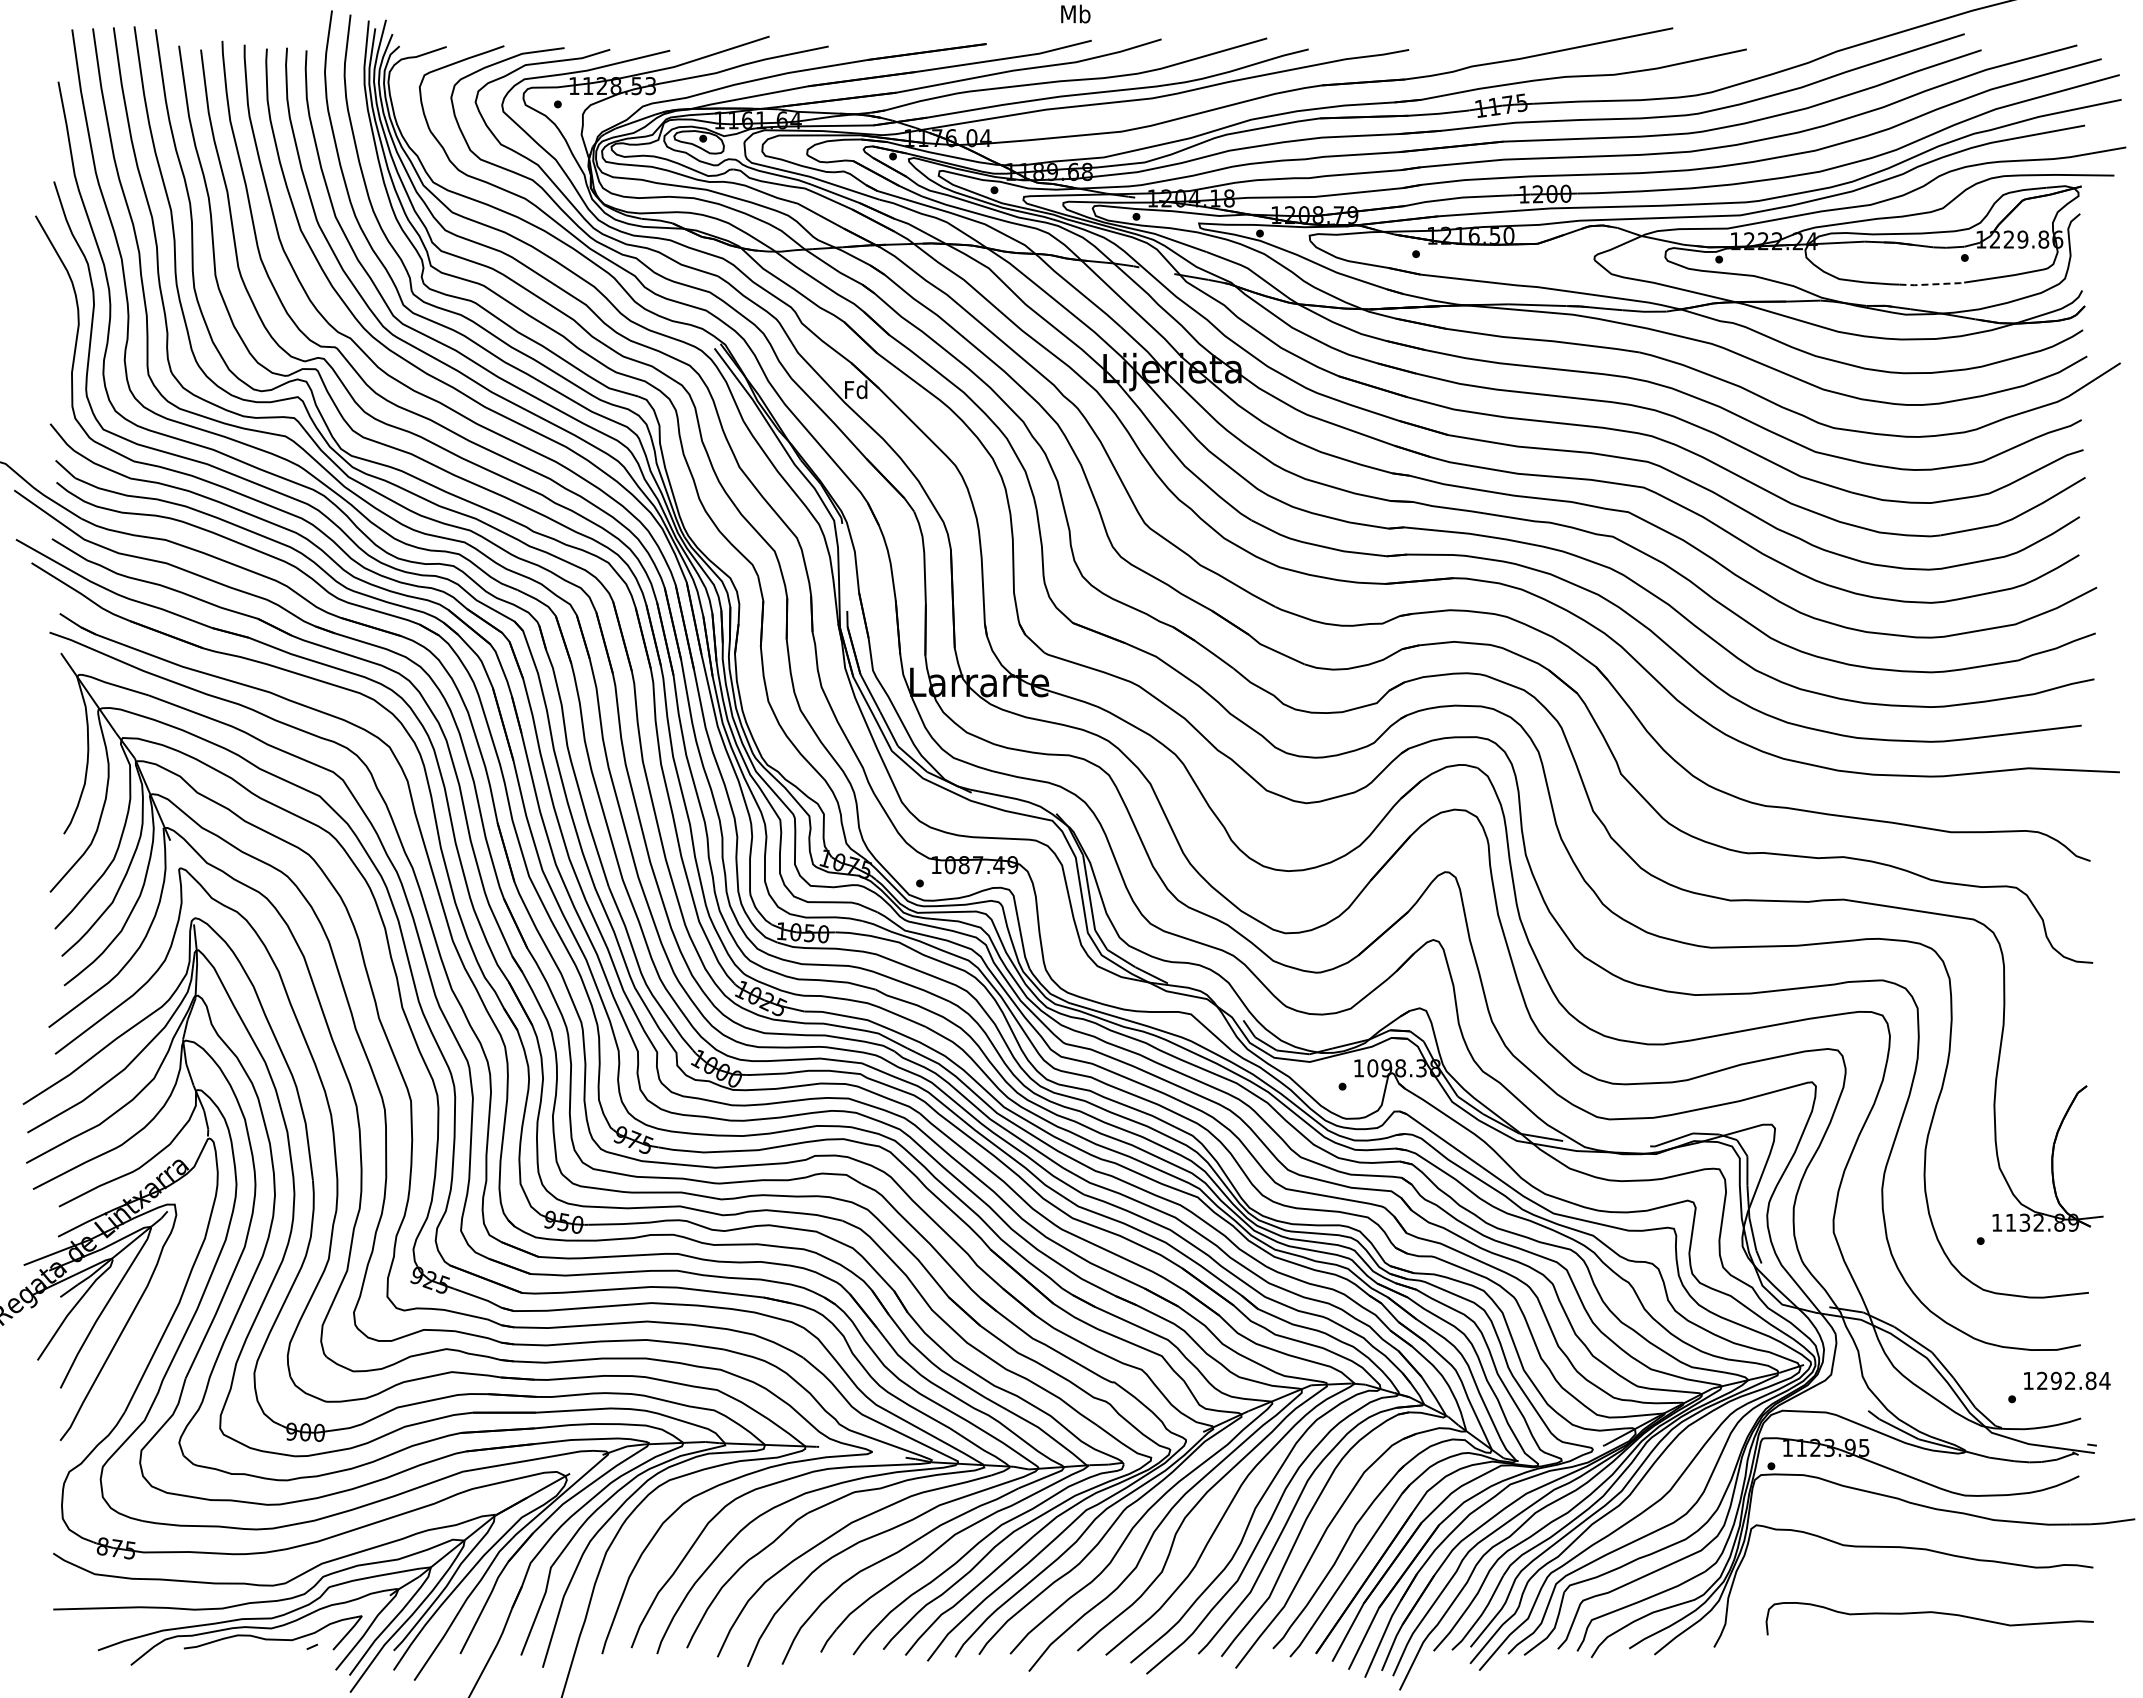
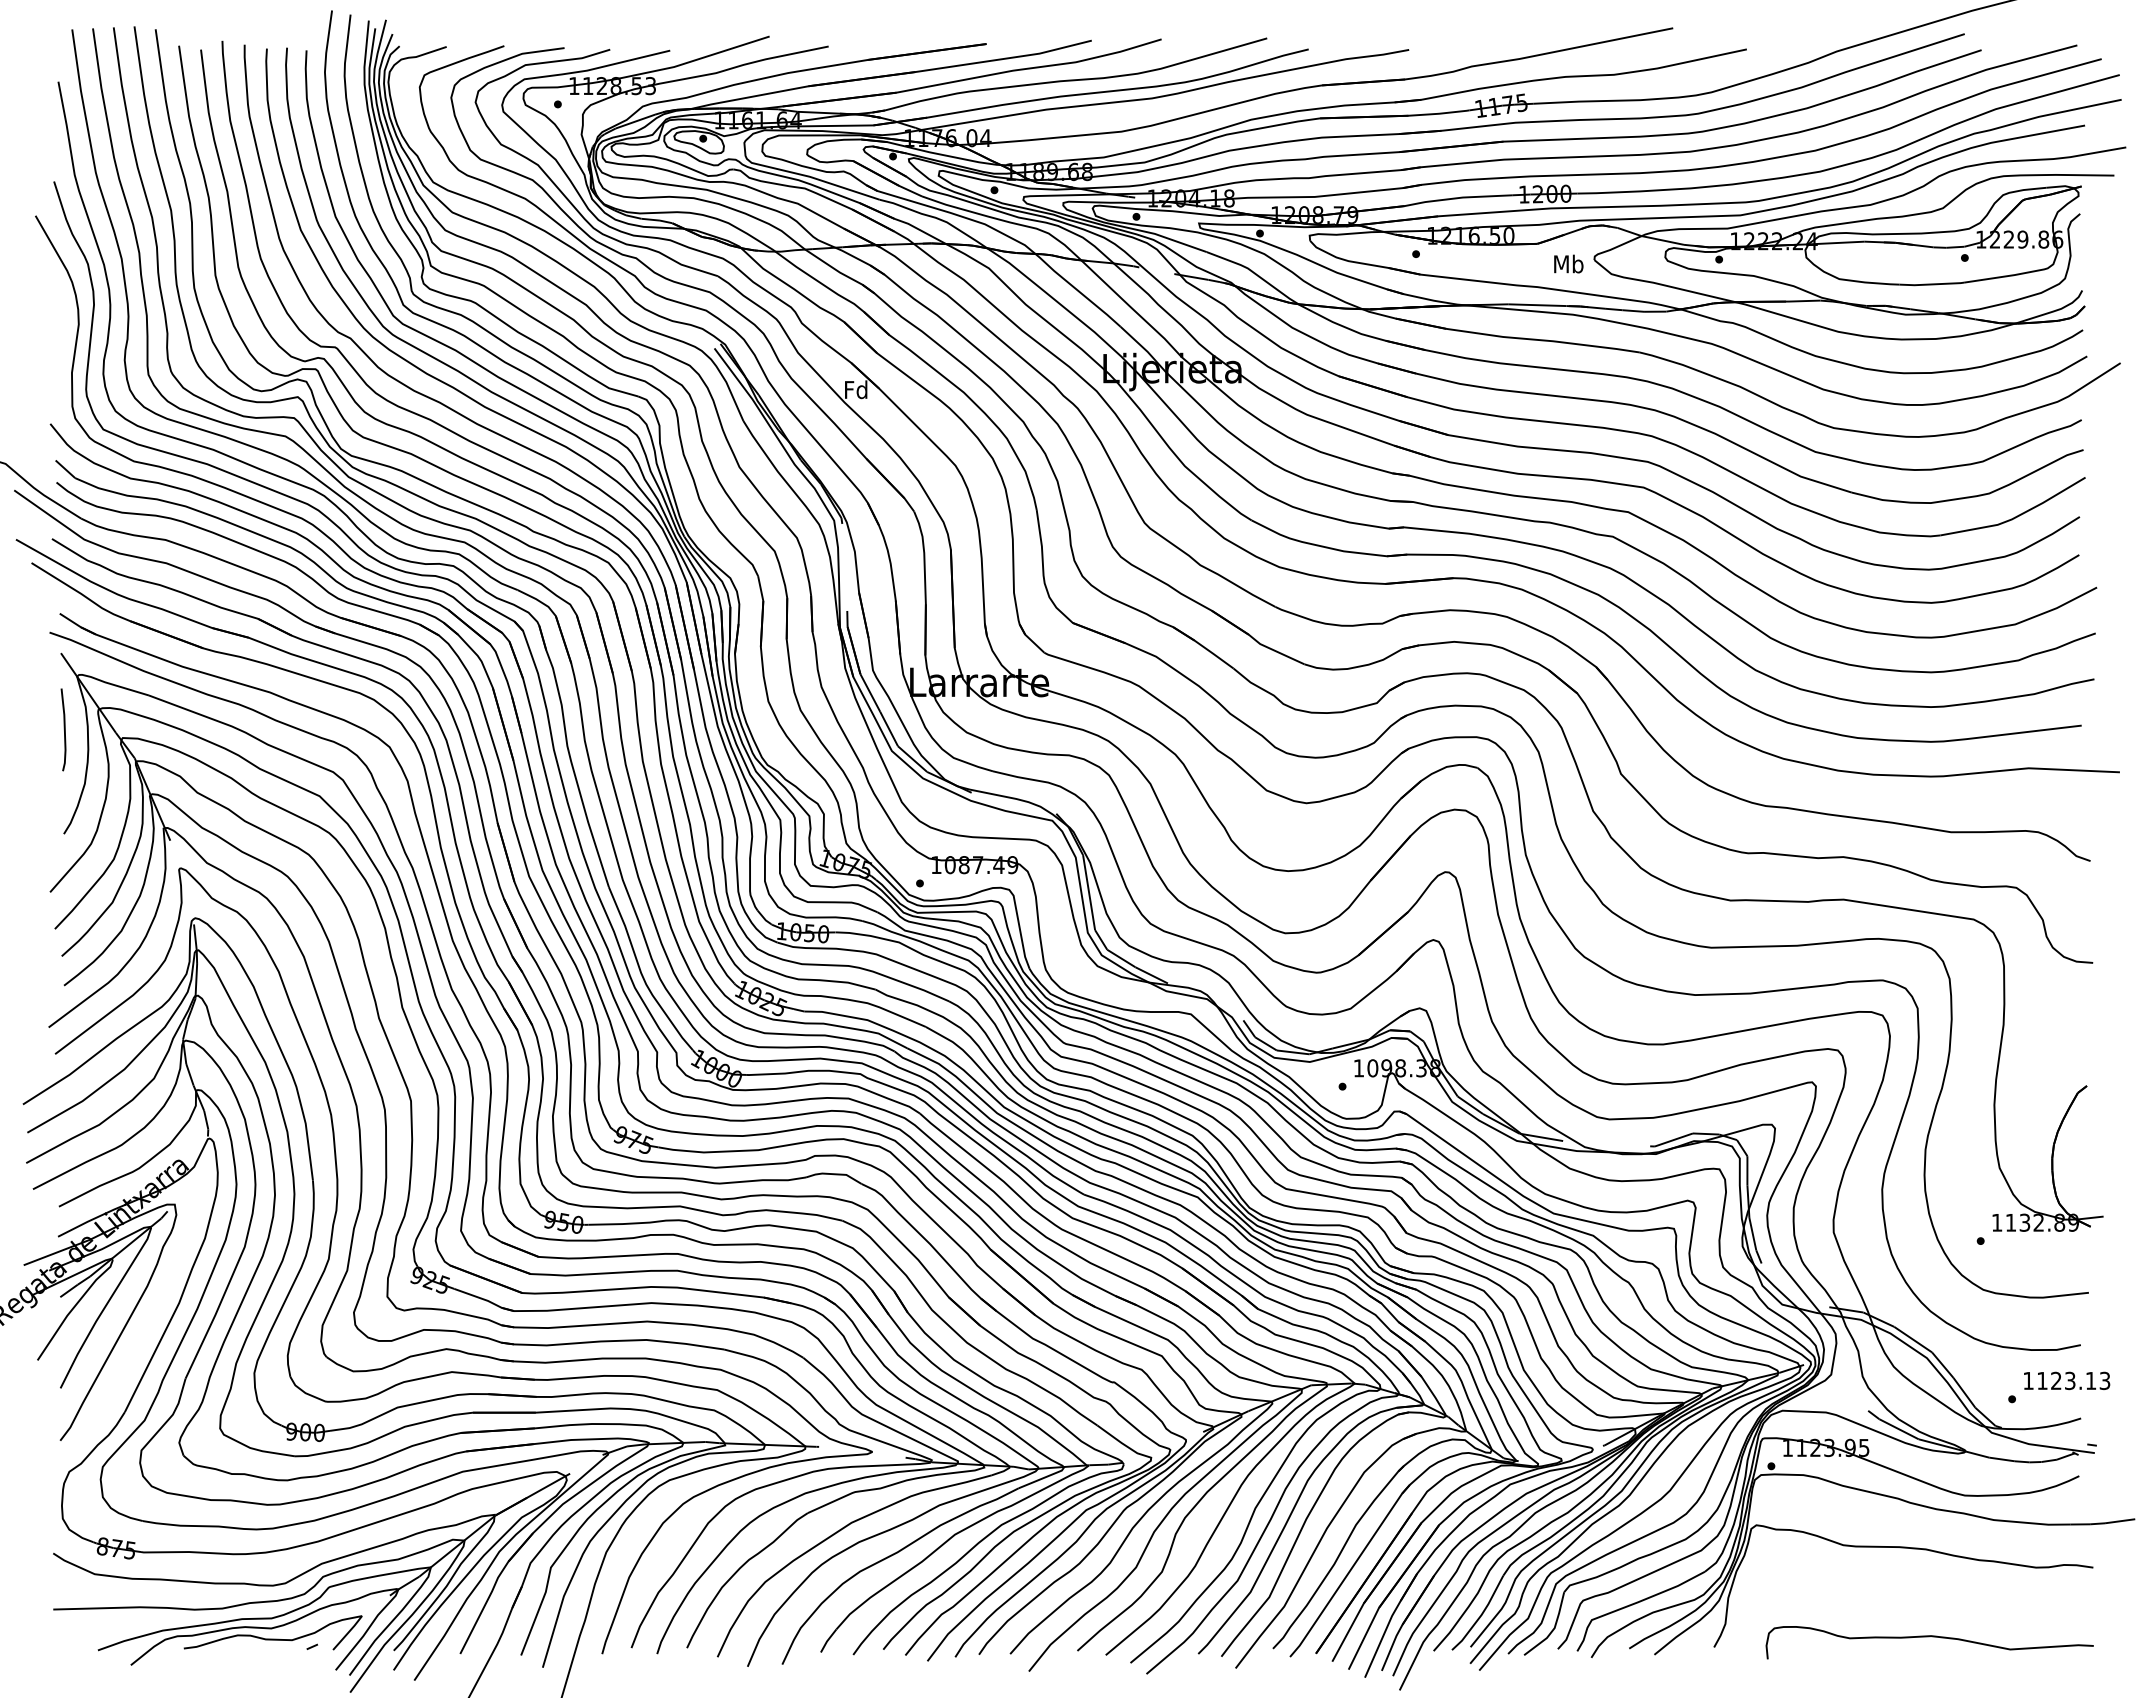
text at (1075, 13) position: (1075, 13) -> (1568, 263)
line at (1932, 284): dashed -> solid
line at (63, 729): none -> present
text at (2073, 1380): 1292.84 -> 1123.13
curve at (1929, 1613) position: (1929, 1613) -> (1929, 1637)
